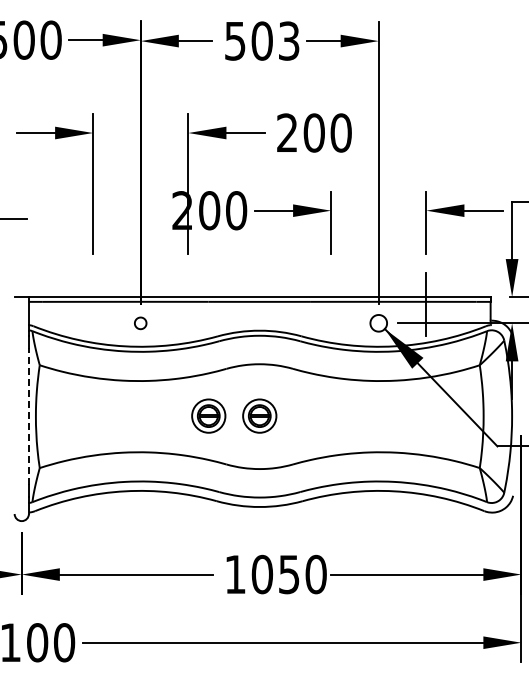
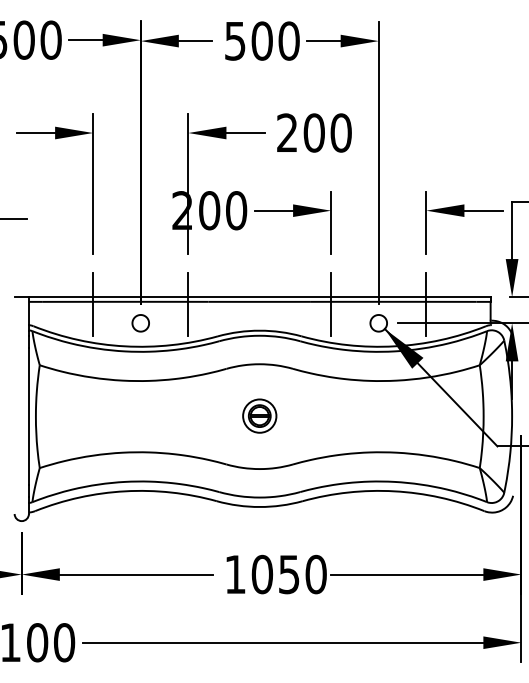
text at (288, 40): 503 -> 500
line at (93, 304): none -> present
line at (188, 304): none -> present
line at (331, 304): none -> present
part at (140, 323) size: 14x15 px -> 19x19 px
part at (208, 415): present -> none
line at (28, 416): dashed -> solid
